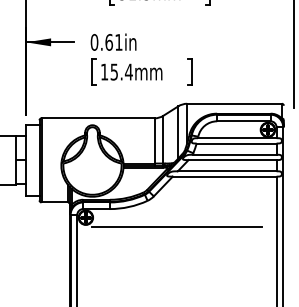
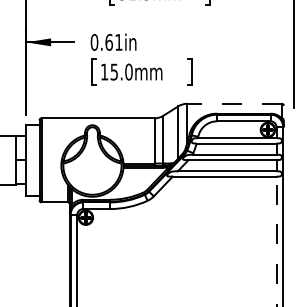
text at (128, 71): 15.4mm -> 15.0mm
line at (234, 103): solid -> dashed
line at (176, 226): present -> none
line at (276, 241): solid -> dashed
